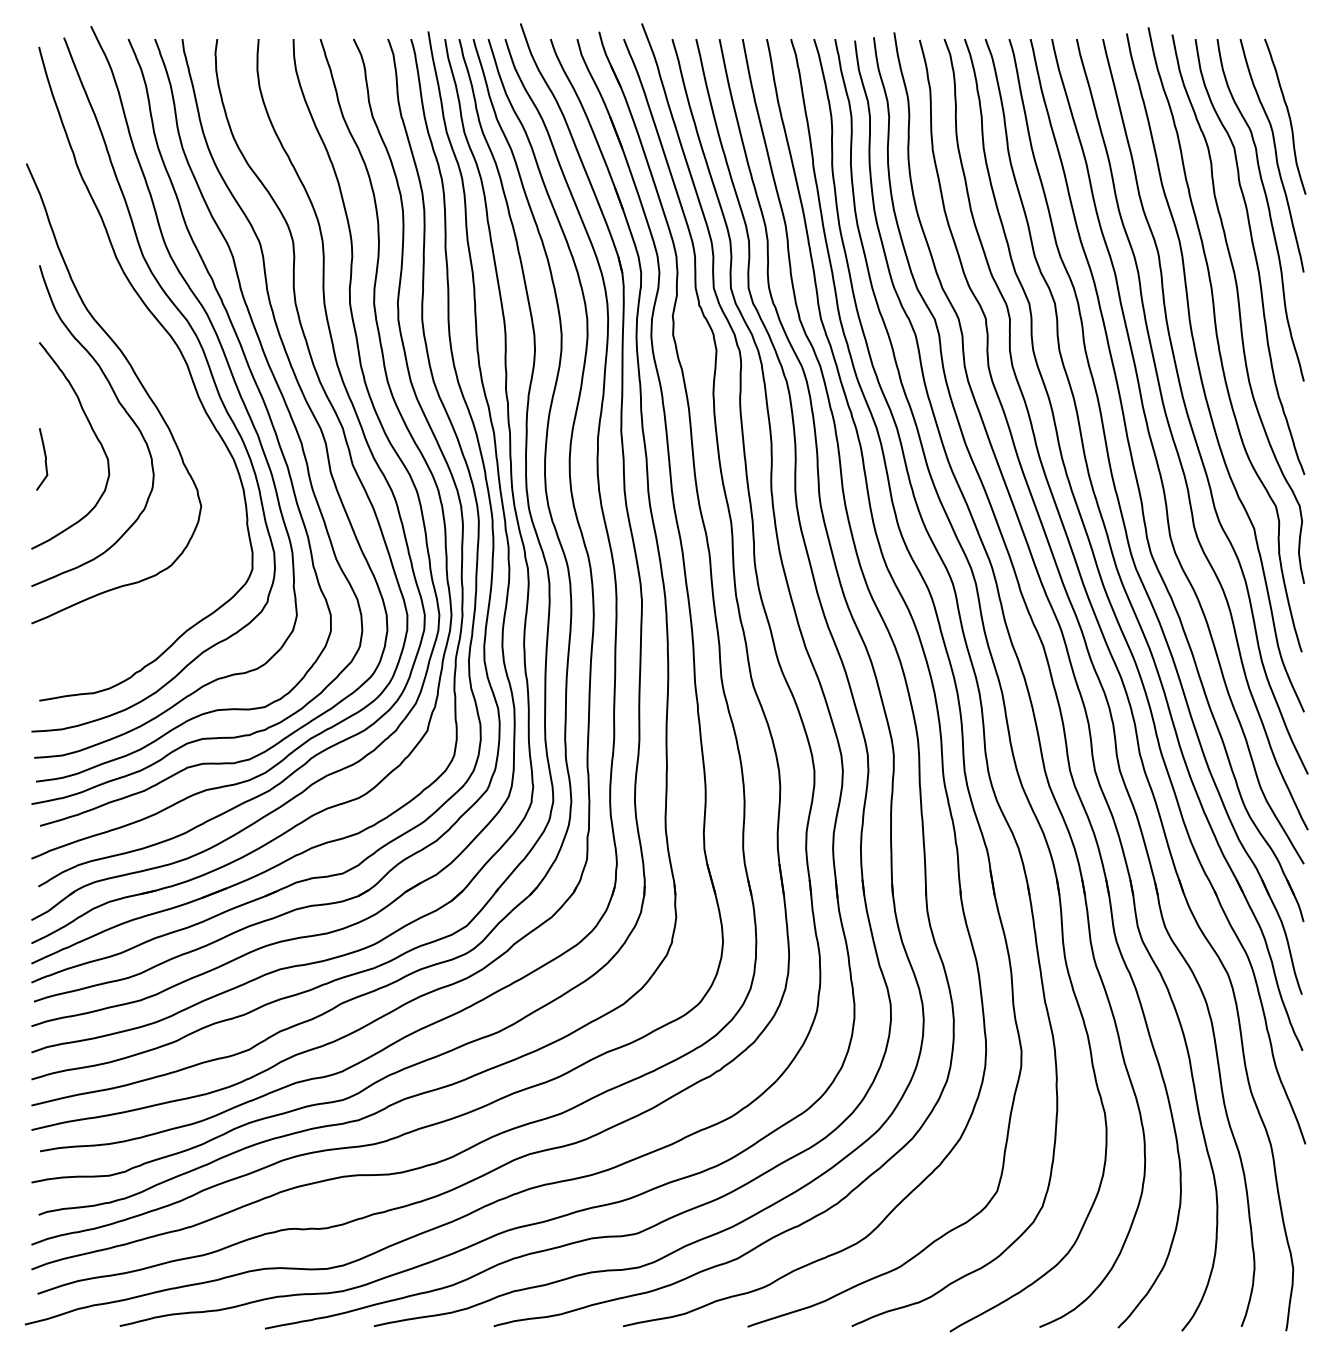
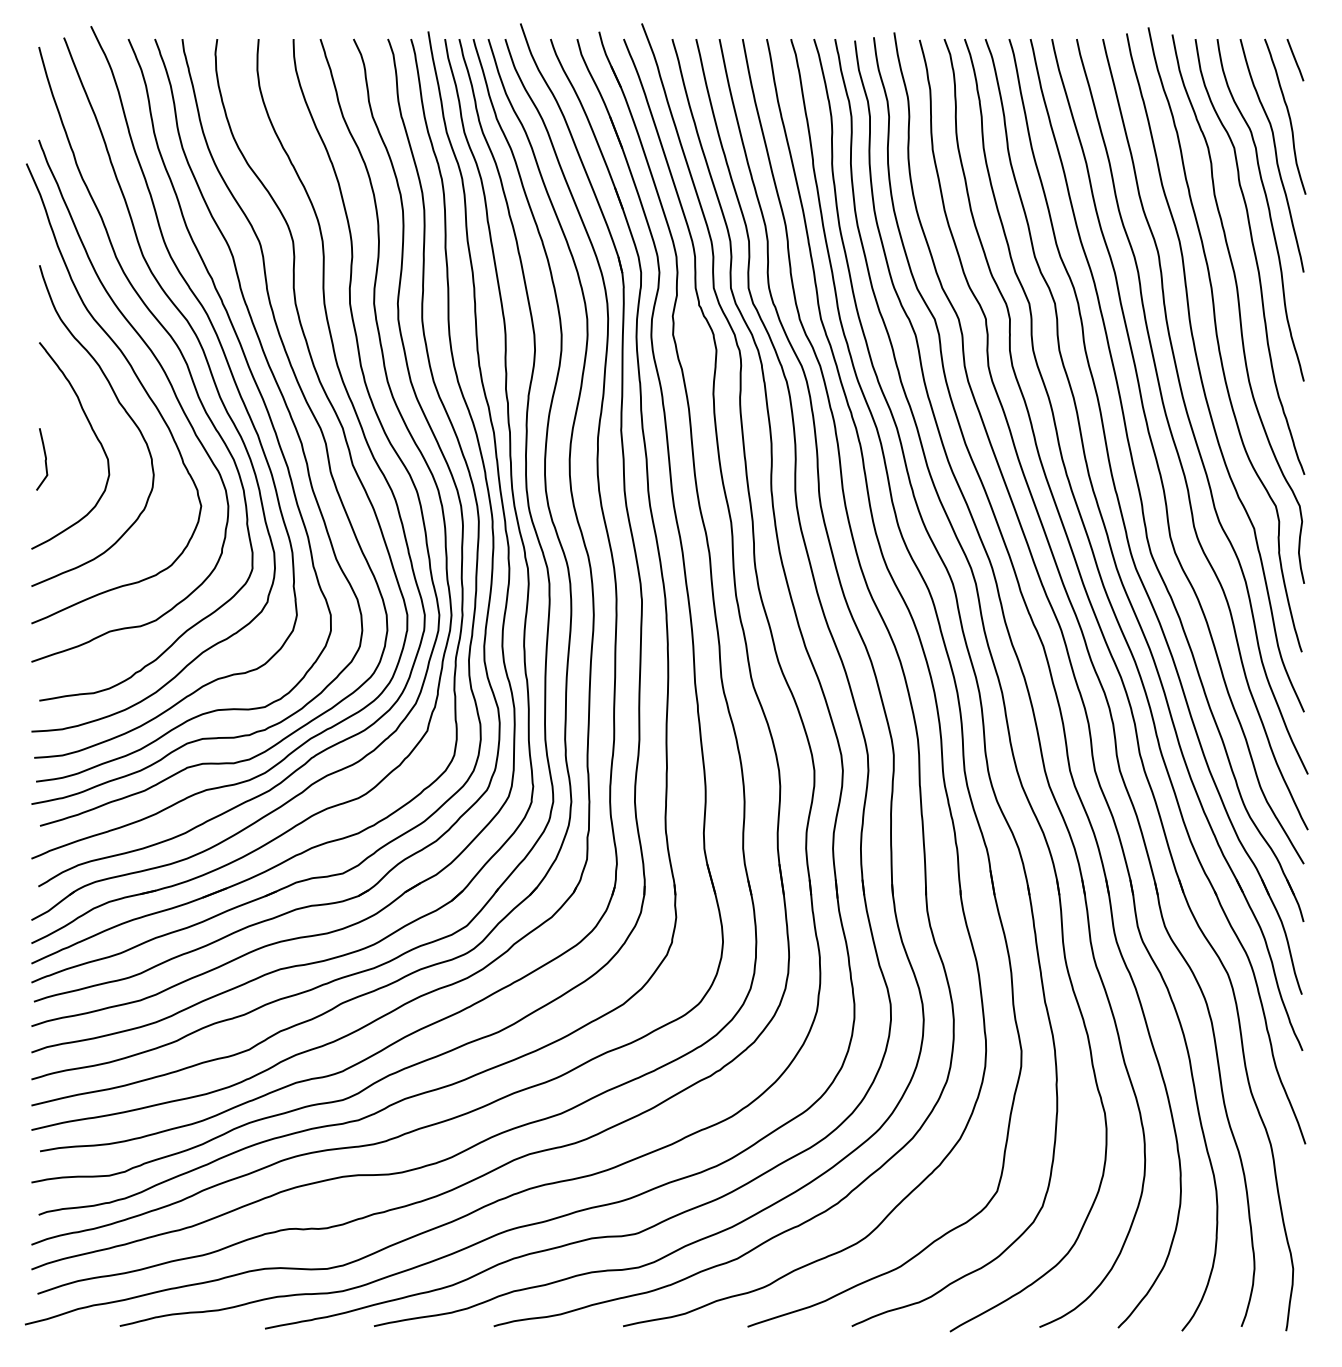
line at (1295, 60): none -> present
curve at (168, 382): none -> present
